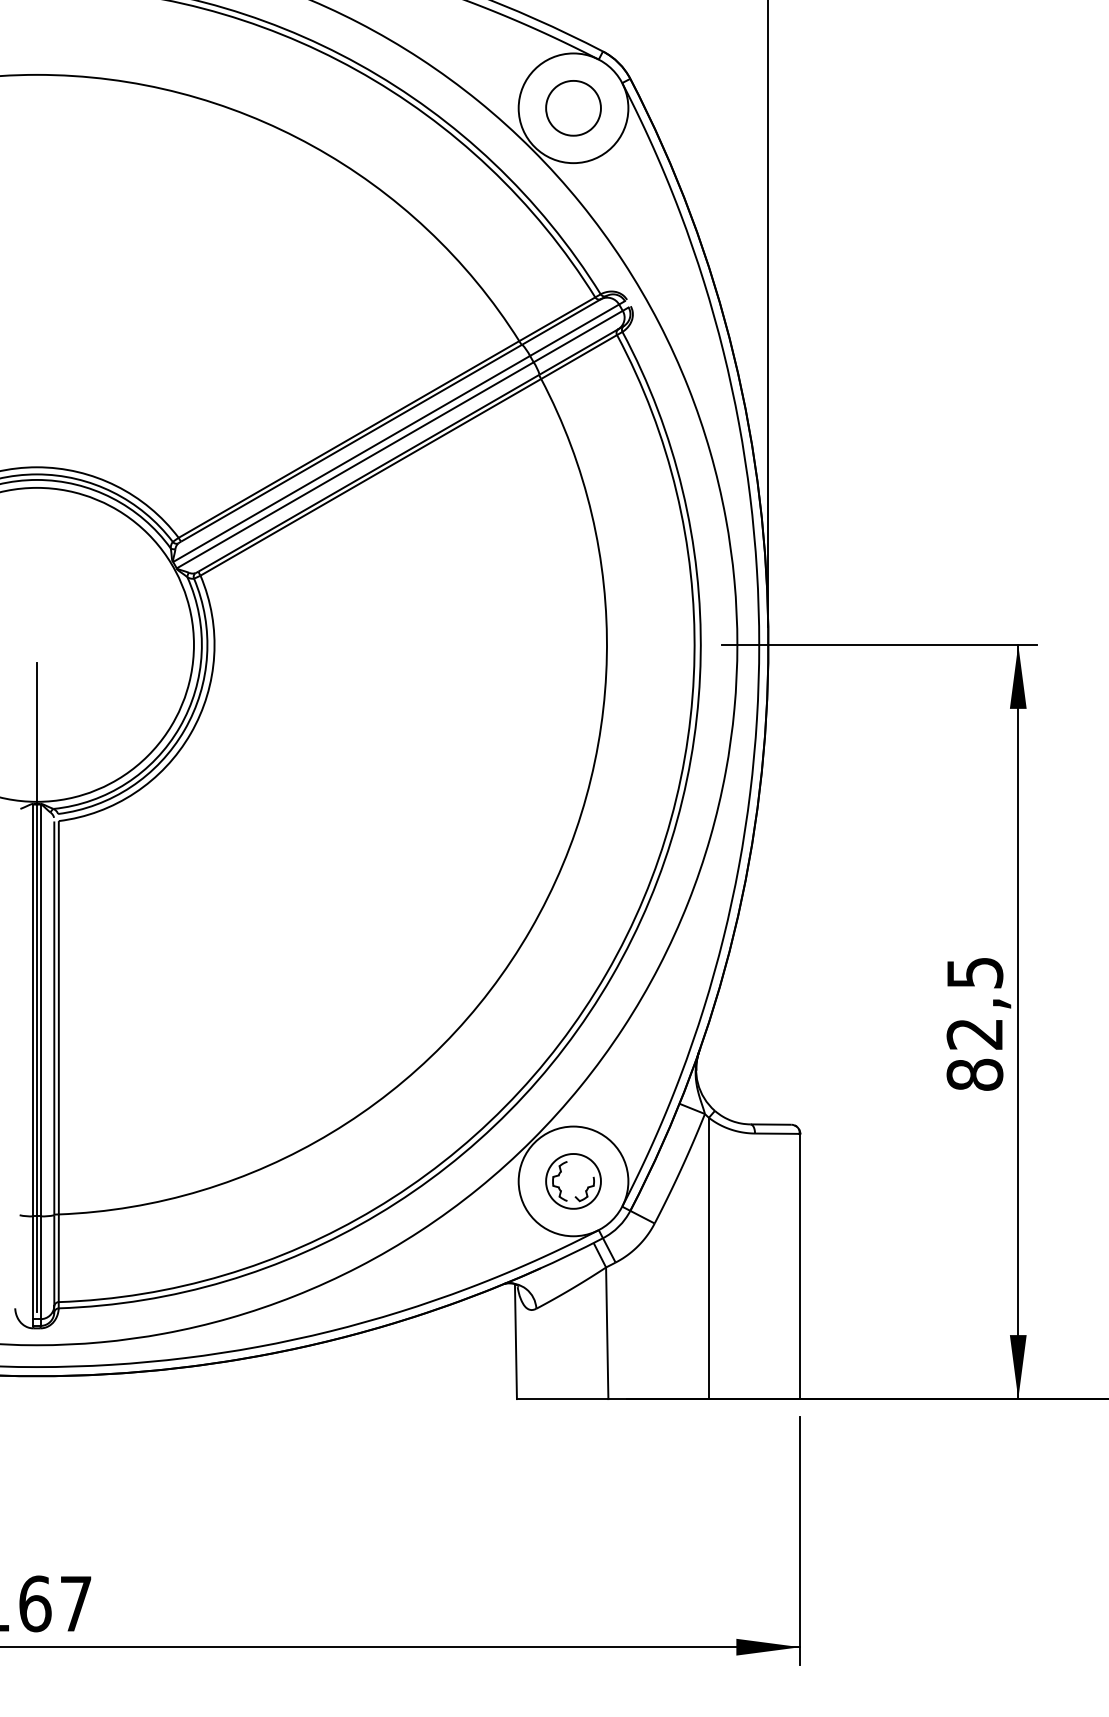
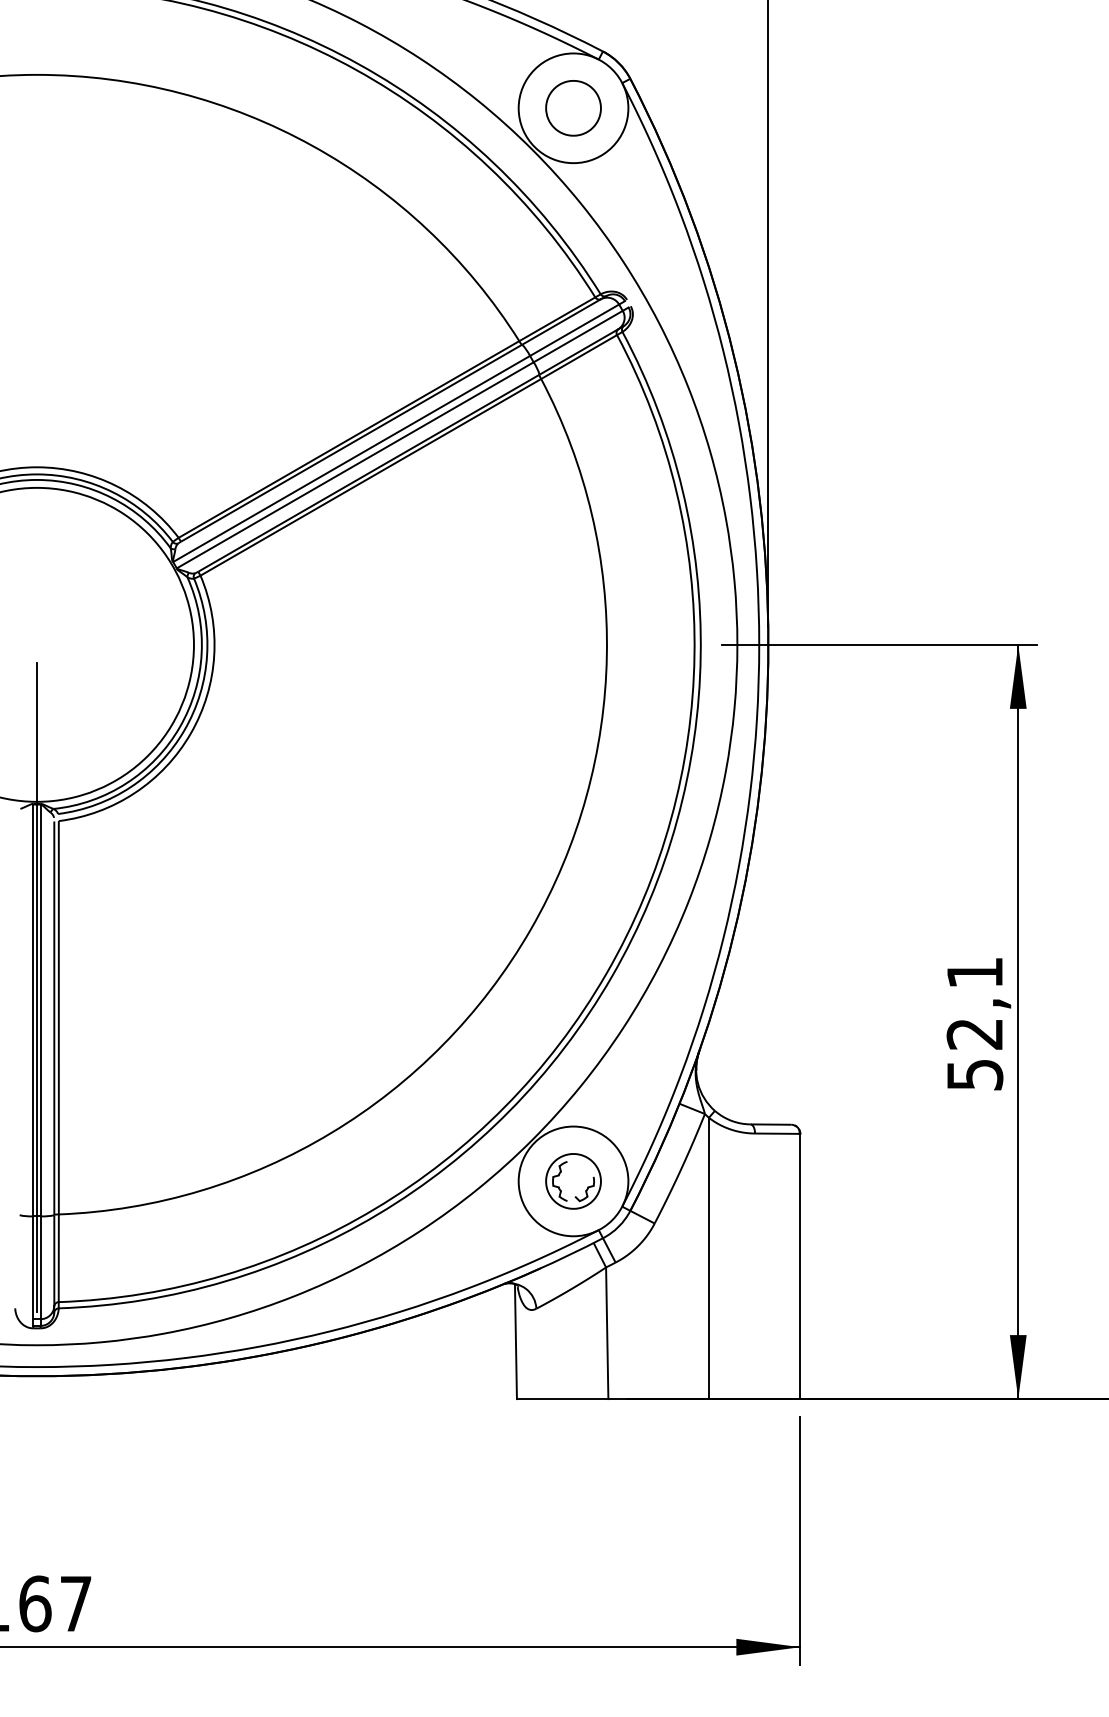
text at (974, 1024): 82,5 -> 52,1
